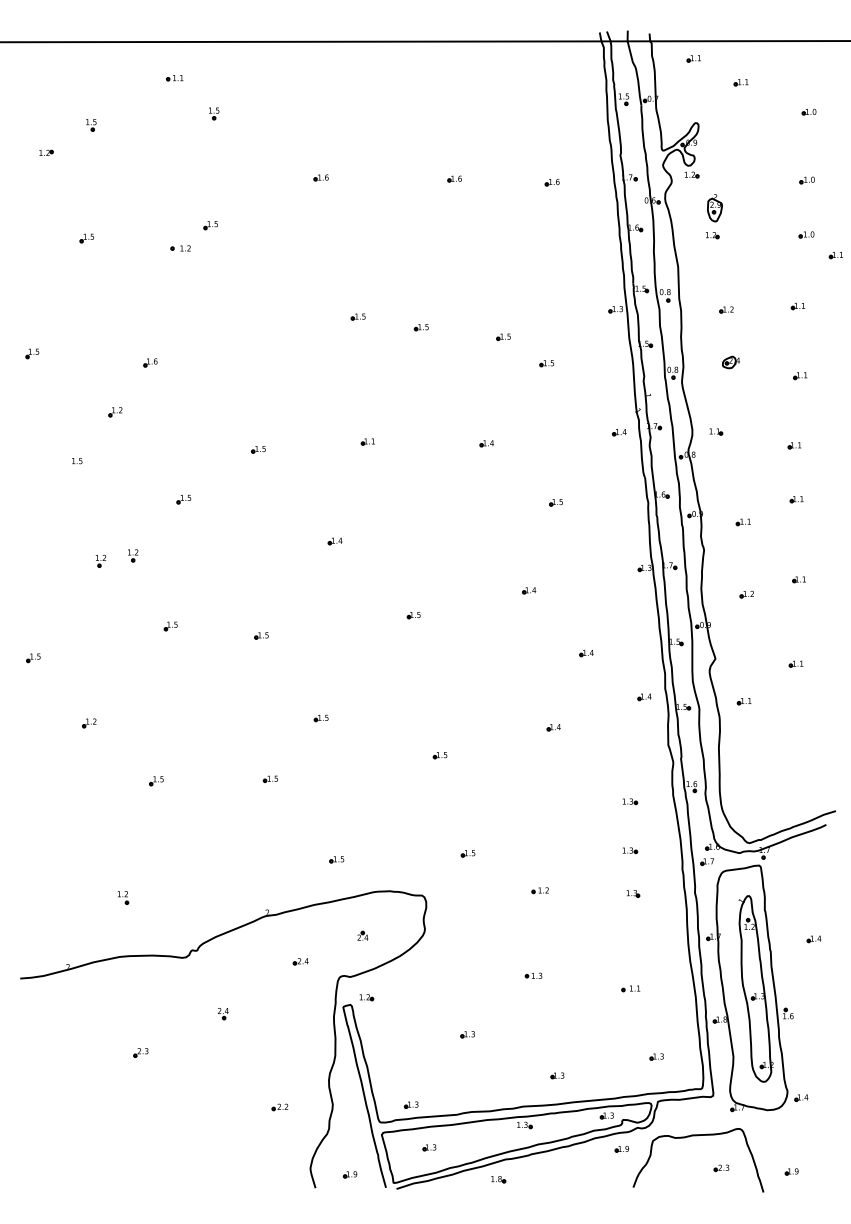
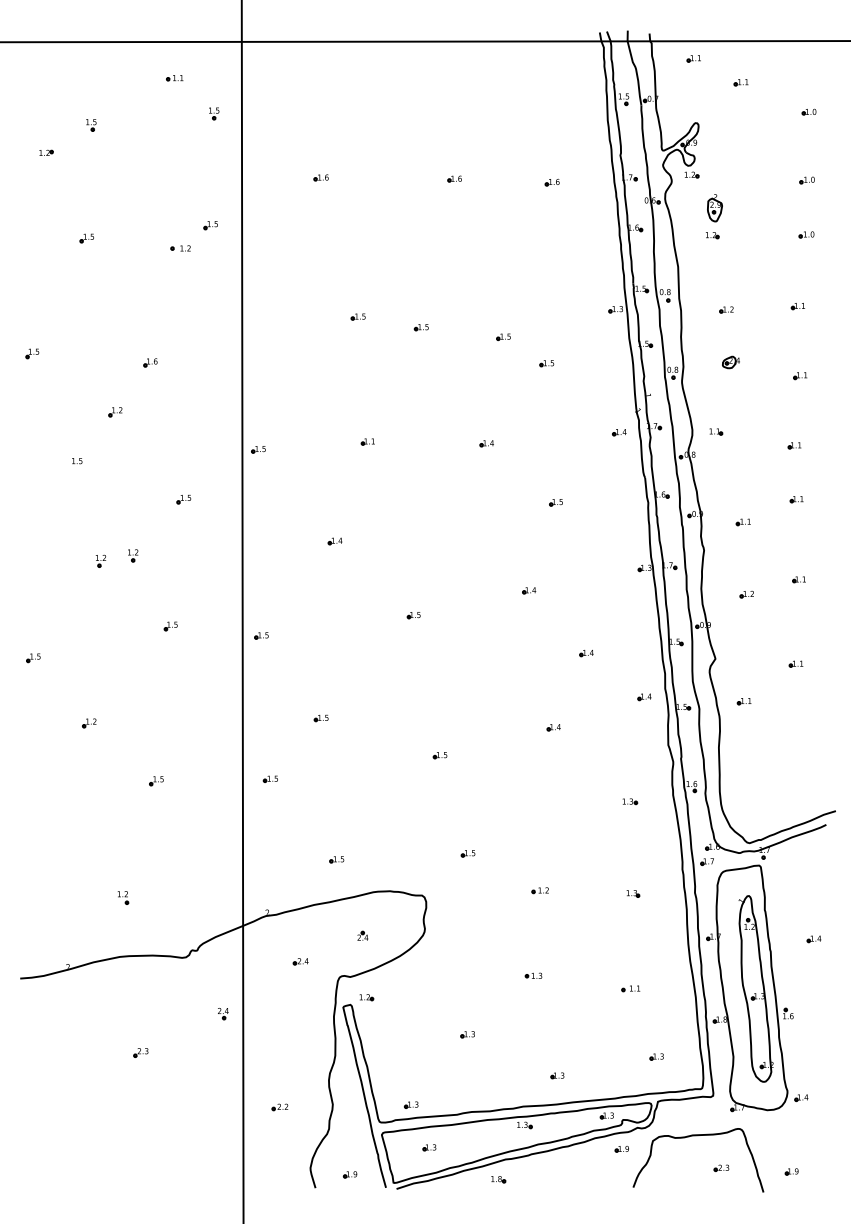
part at (835, 255): present -> none
line at (242, 611): none -> present
part at (630, 850): present -> none
